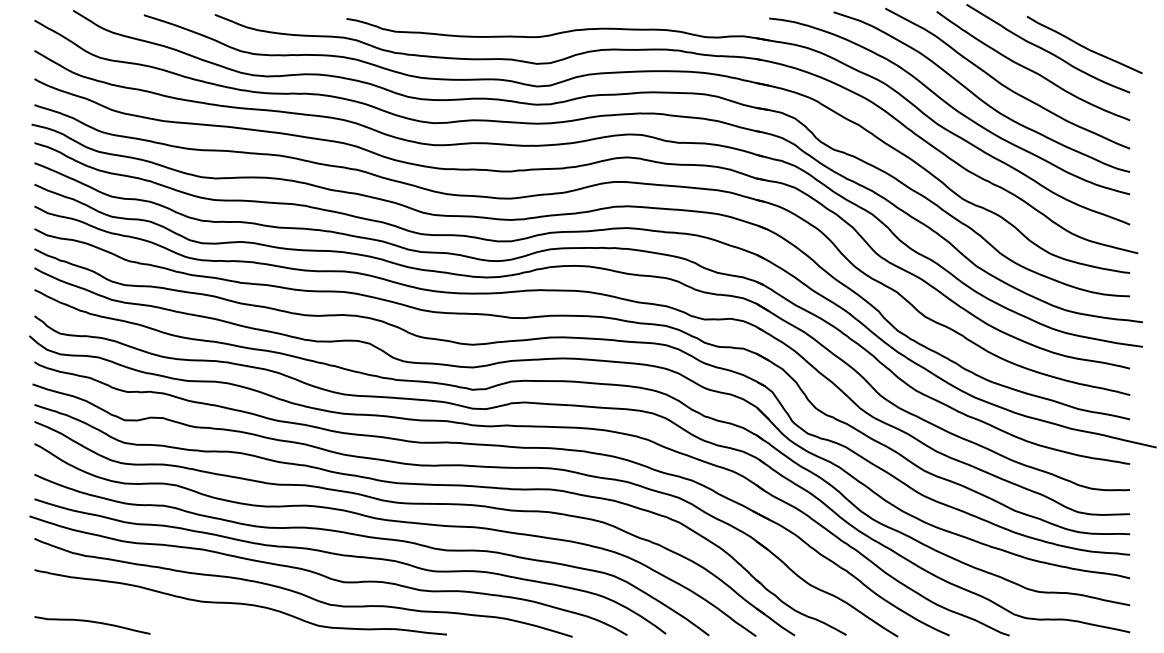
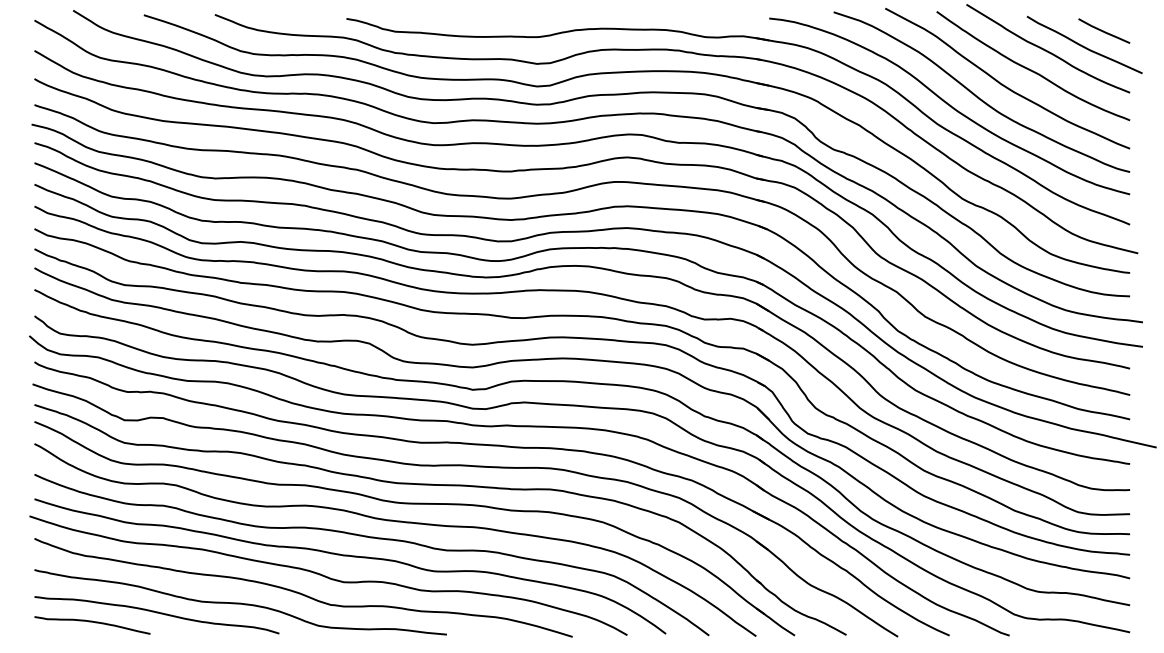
line at (1103, 30): none -> present
curve at (156, 613): none -> present
